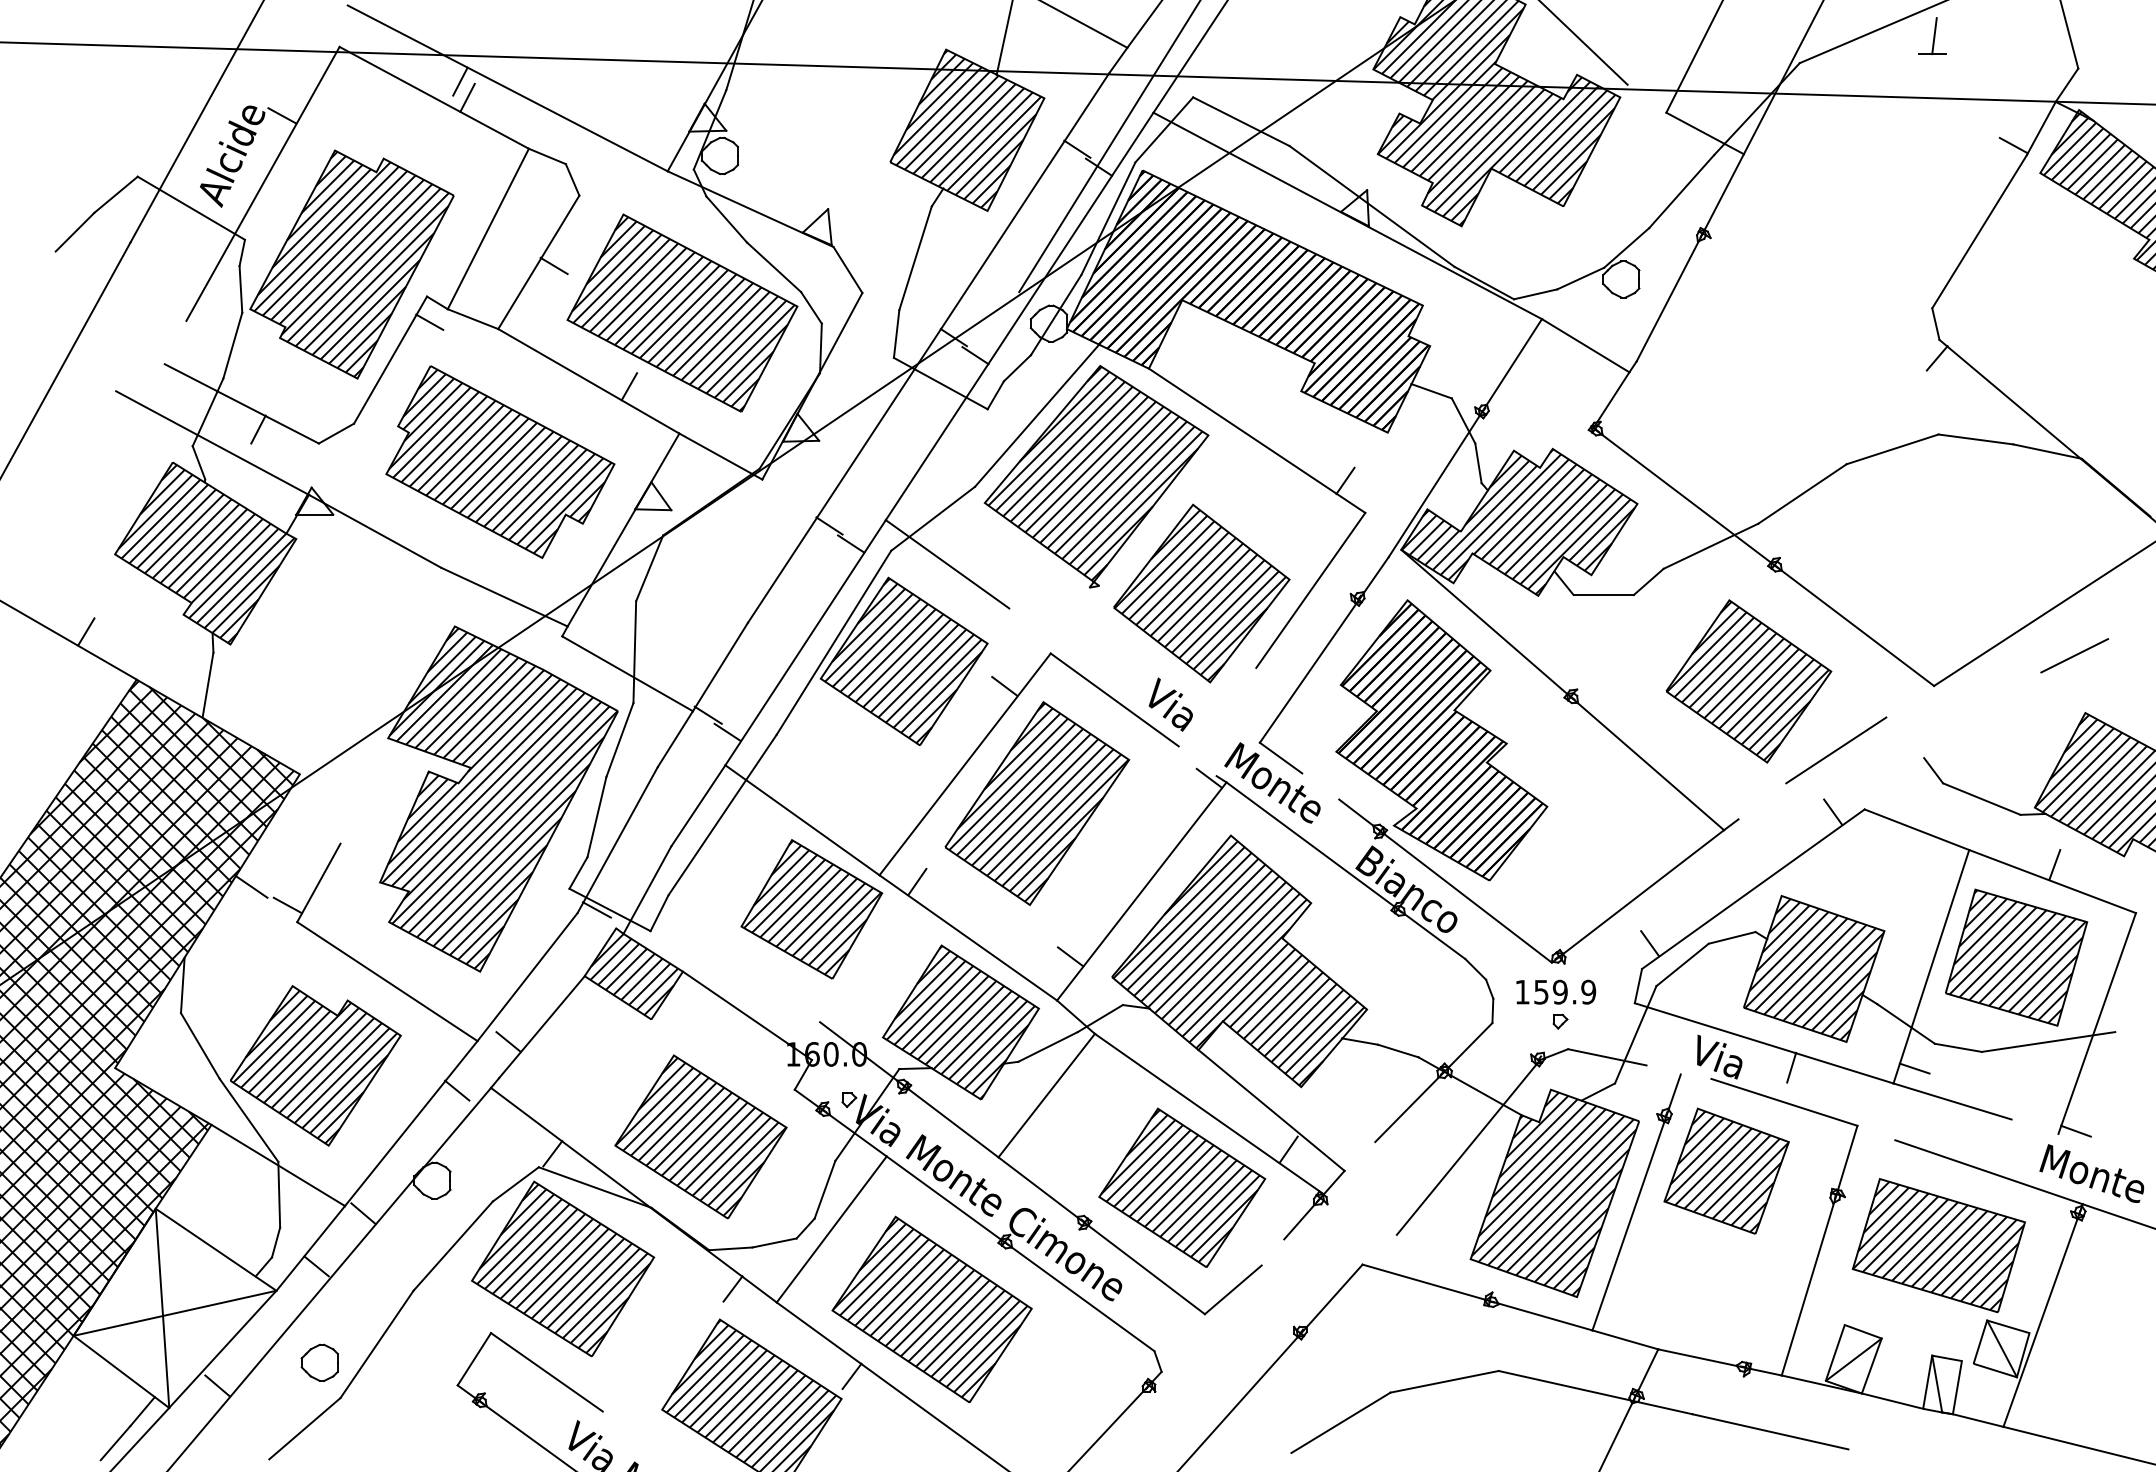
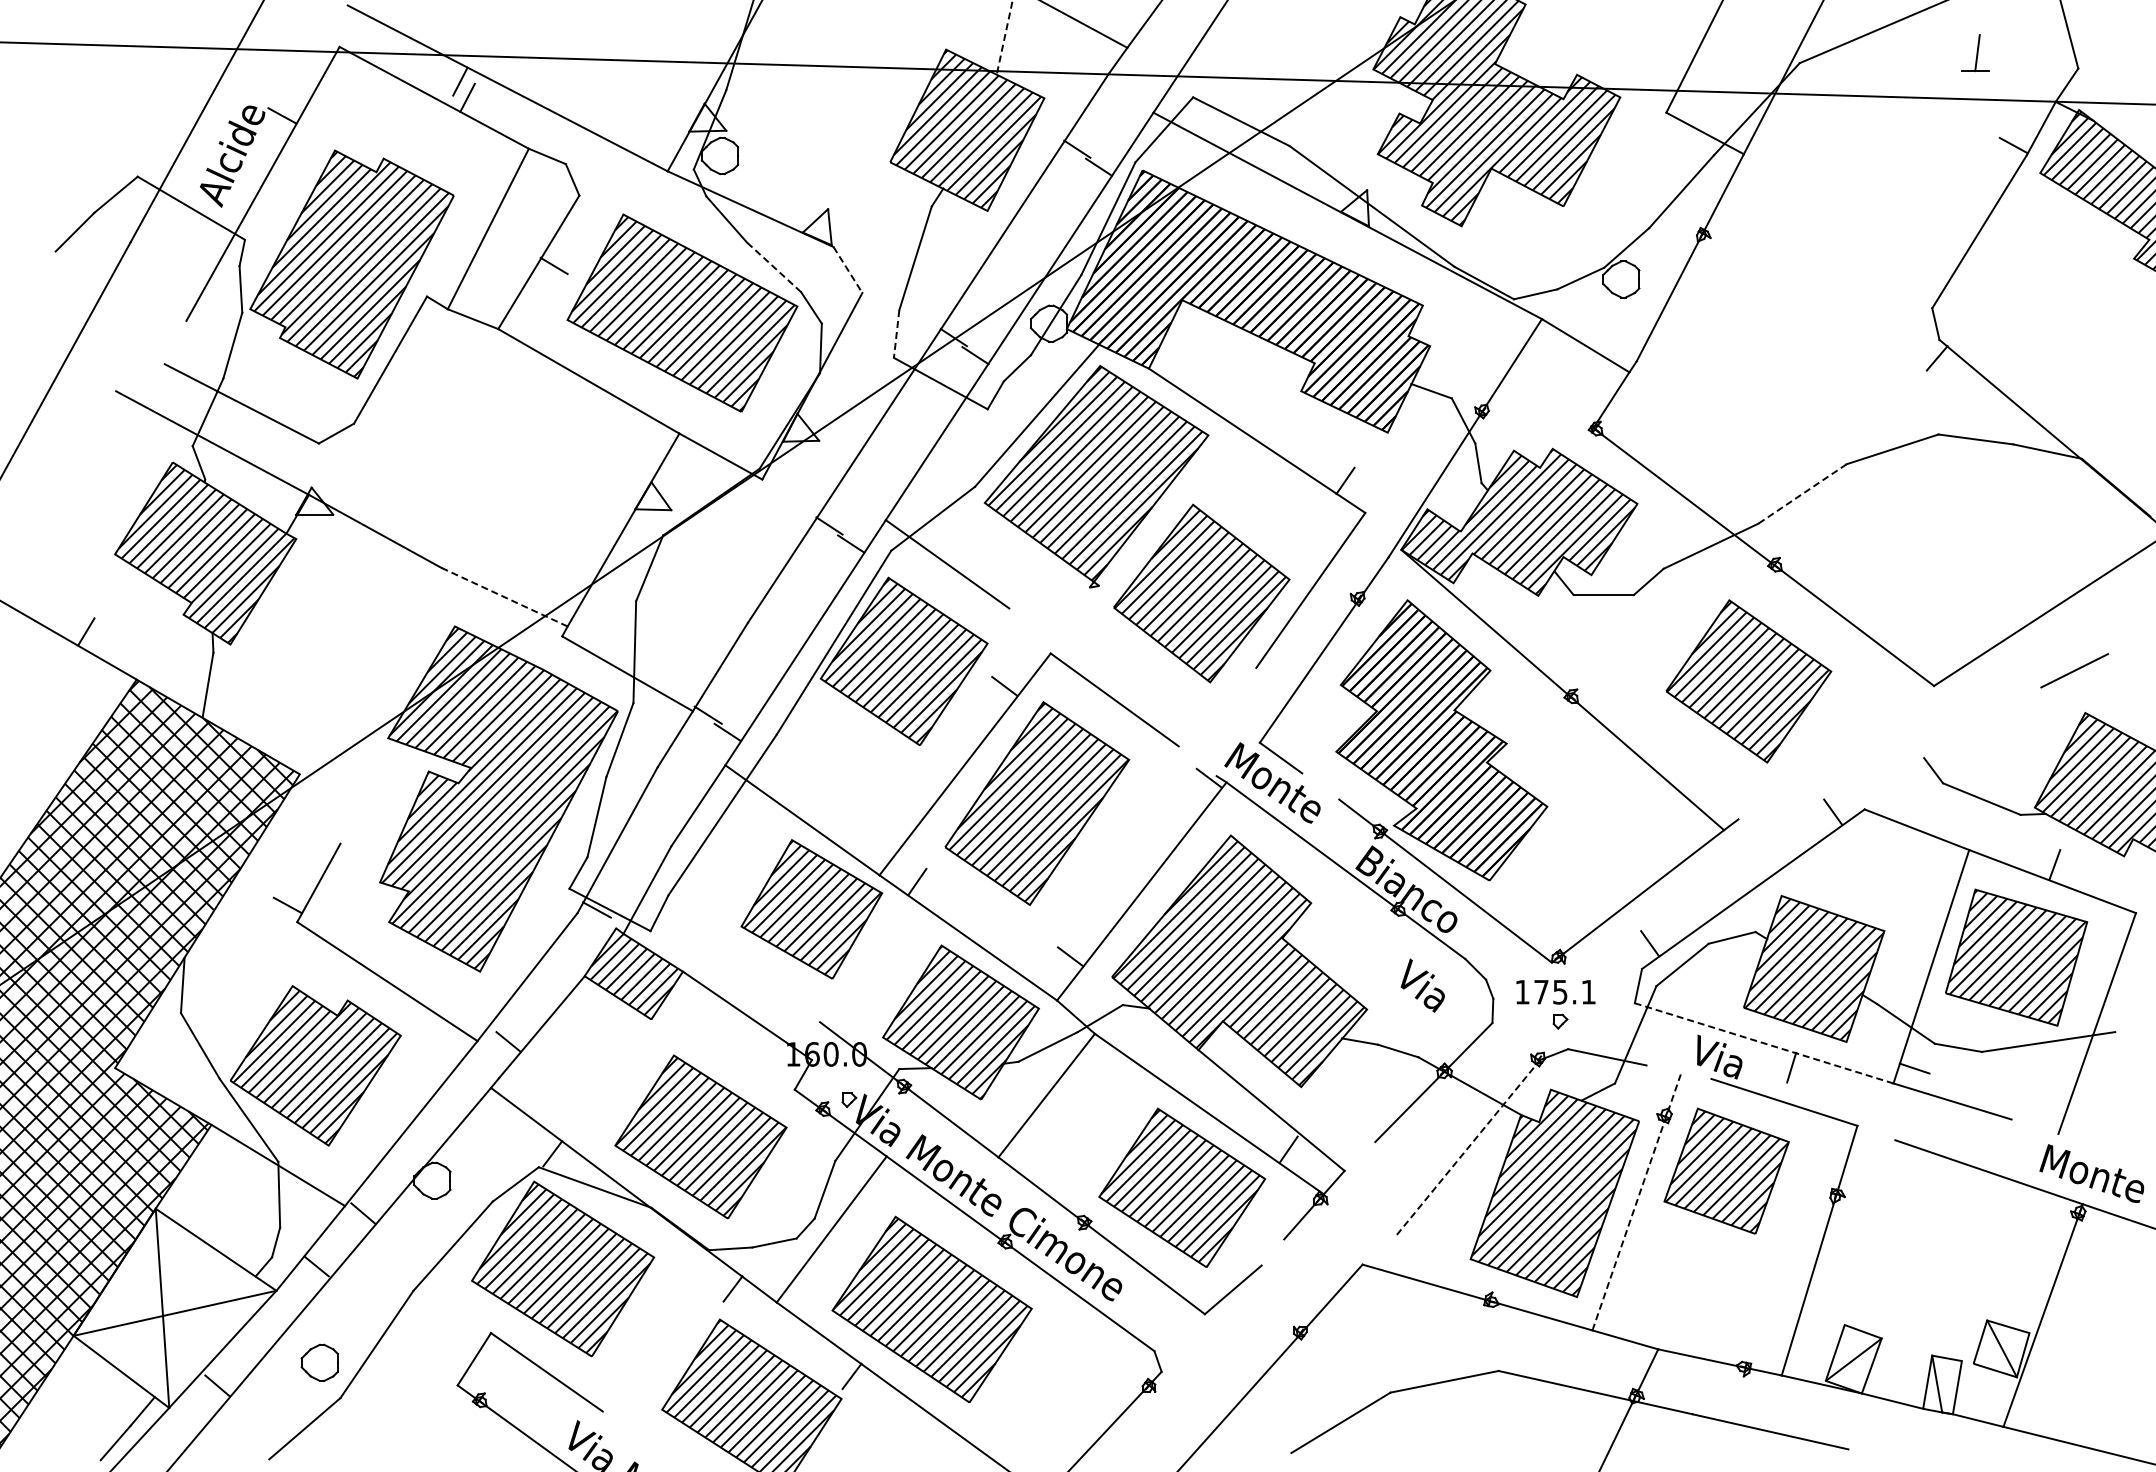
part at (1932, 36) position: (1932, 36) -> (1975, 53)
line at (1004, 37): solid -> dashed
line at (1584, 43): present -> none
line at (1108, 147): present -> none
line at (774, 267): solid -> dashed
line at (848, 270): solid -> dashed
line at (429, 321): present -> none
line at (896, 334): solid -> dashed
line at (629, 386): present -> none
line at (258, 429): present -> none
part at (500, 461): present -> none
line at (1802, 494): solid -> dashed
line at (504, 597): solid -> dashed
line at (2074, 655) position: (2074, 655) -> (2074, 670)
text at (1170, 704) position: (1170, 704) -> (1422, 985)
line at (1836, 750): present -> none
line at (251, 886): present -> none
text at (1565, 991): 159.9 -> 175.1
line at (1763, 1043): solid -> dashed
line at (457, 1090): present -> none
line at (2075, 1130): present -> none
line at (1468, 1147): solid -> dashed
line at (1636, 1201): solid -> dashed
part at (1938, 1245): present -> none
